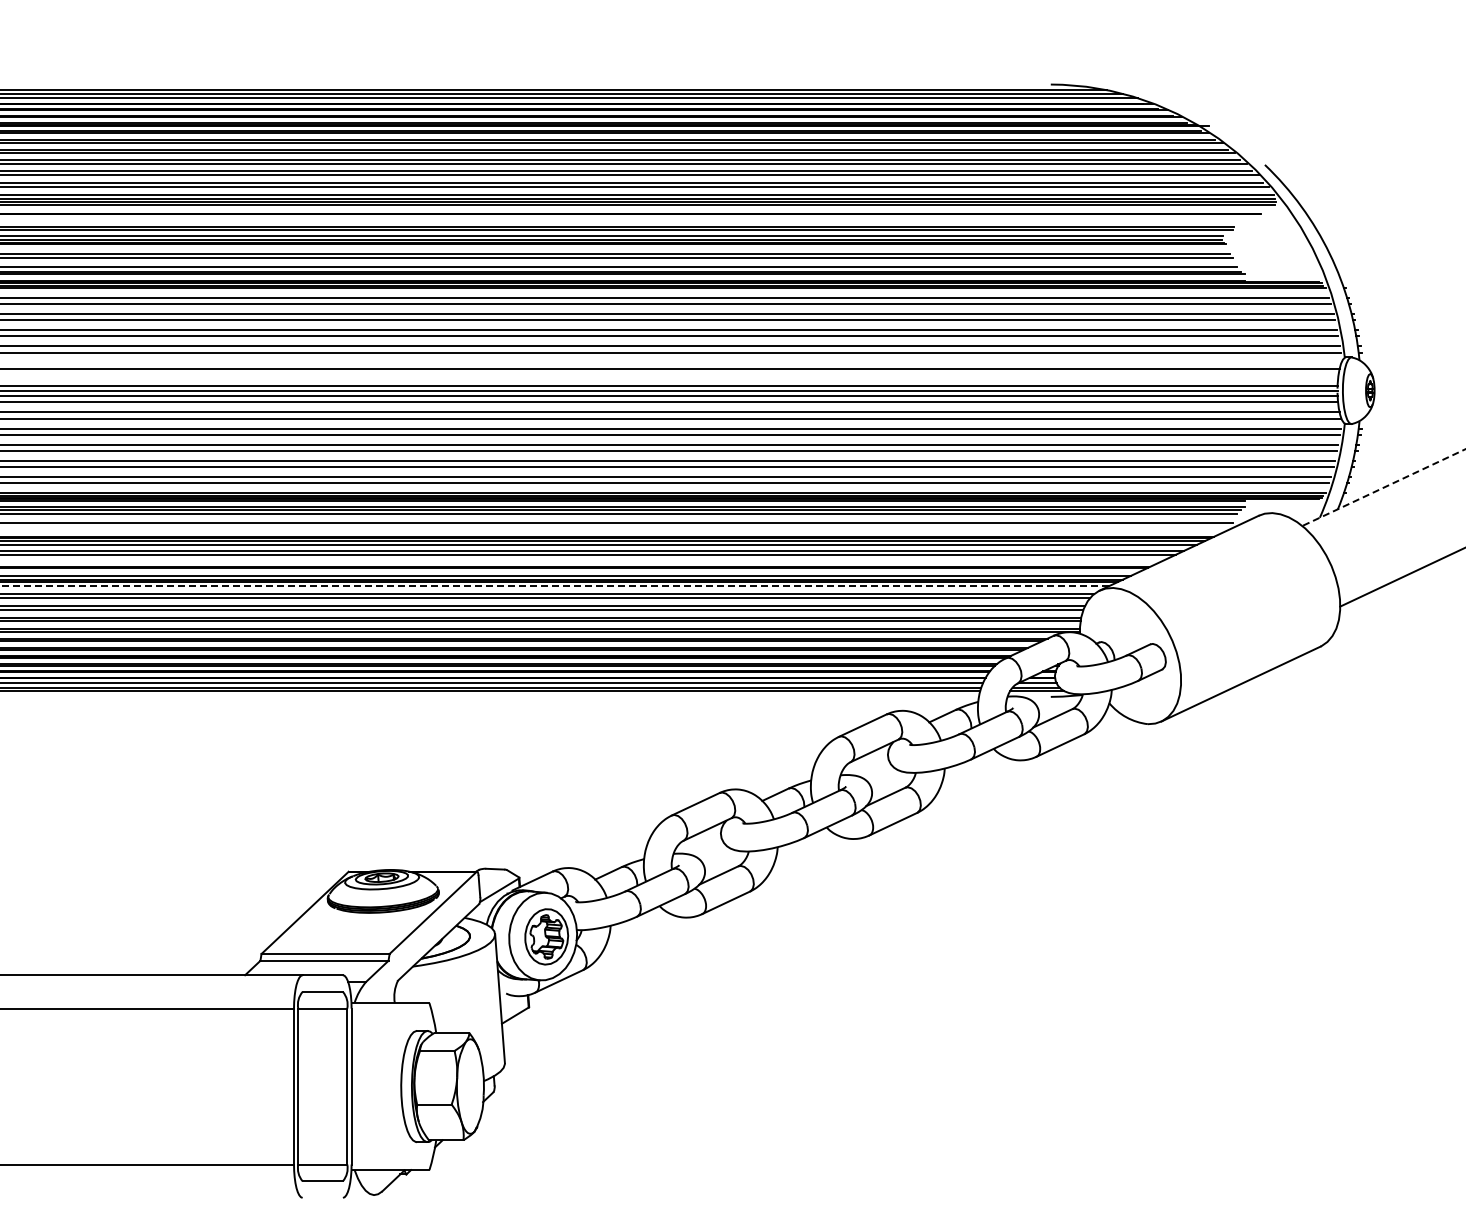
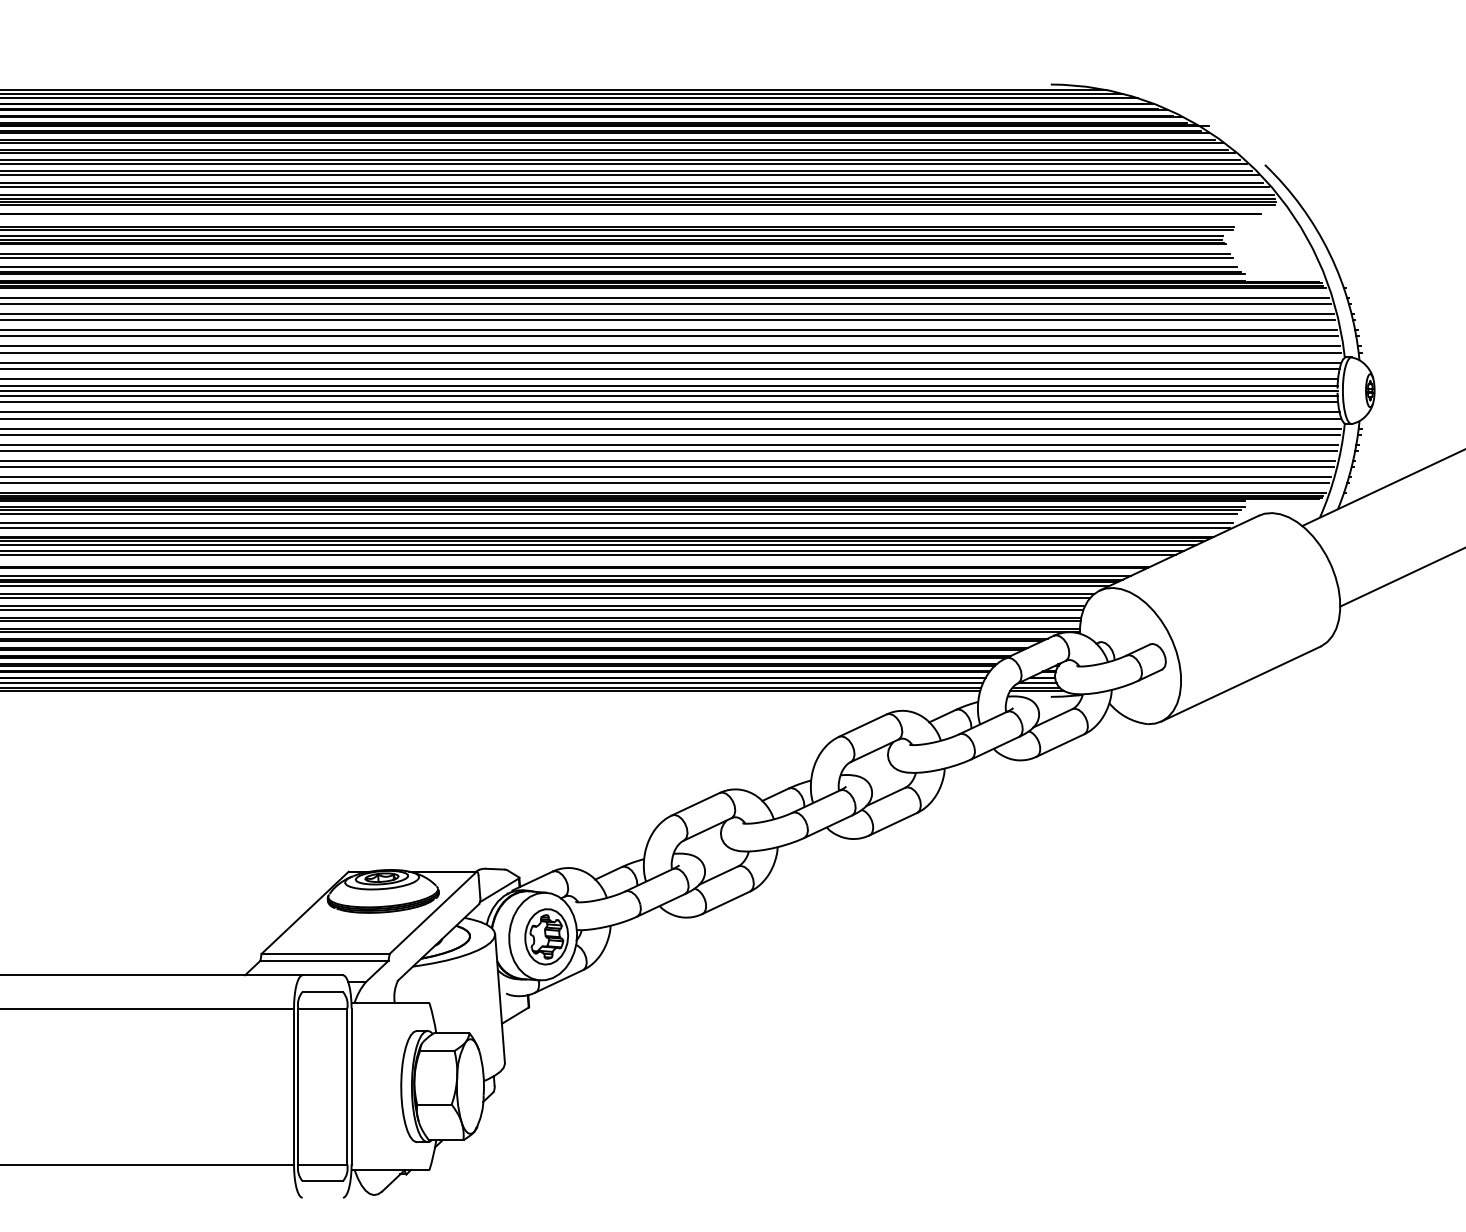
line at (671, 362): none -> present
line at (669, 379): none -> present
line at (1383, 487): dashed -> solid
line at (615, 527): none -> present
line at (554, 586): dashed -> solid
